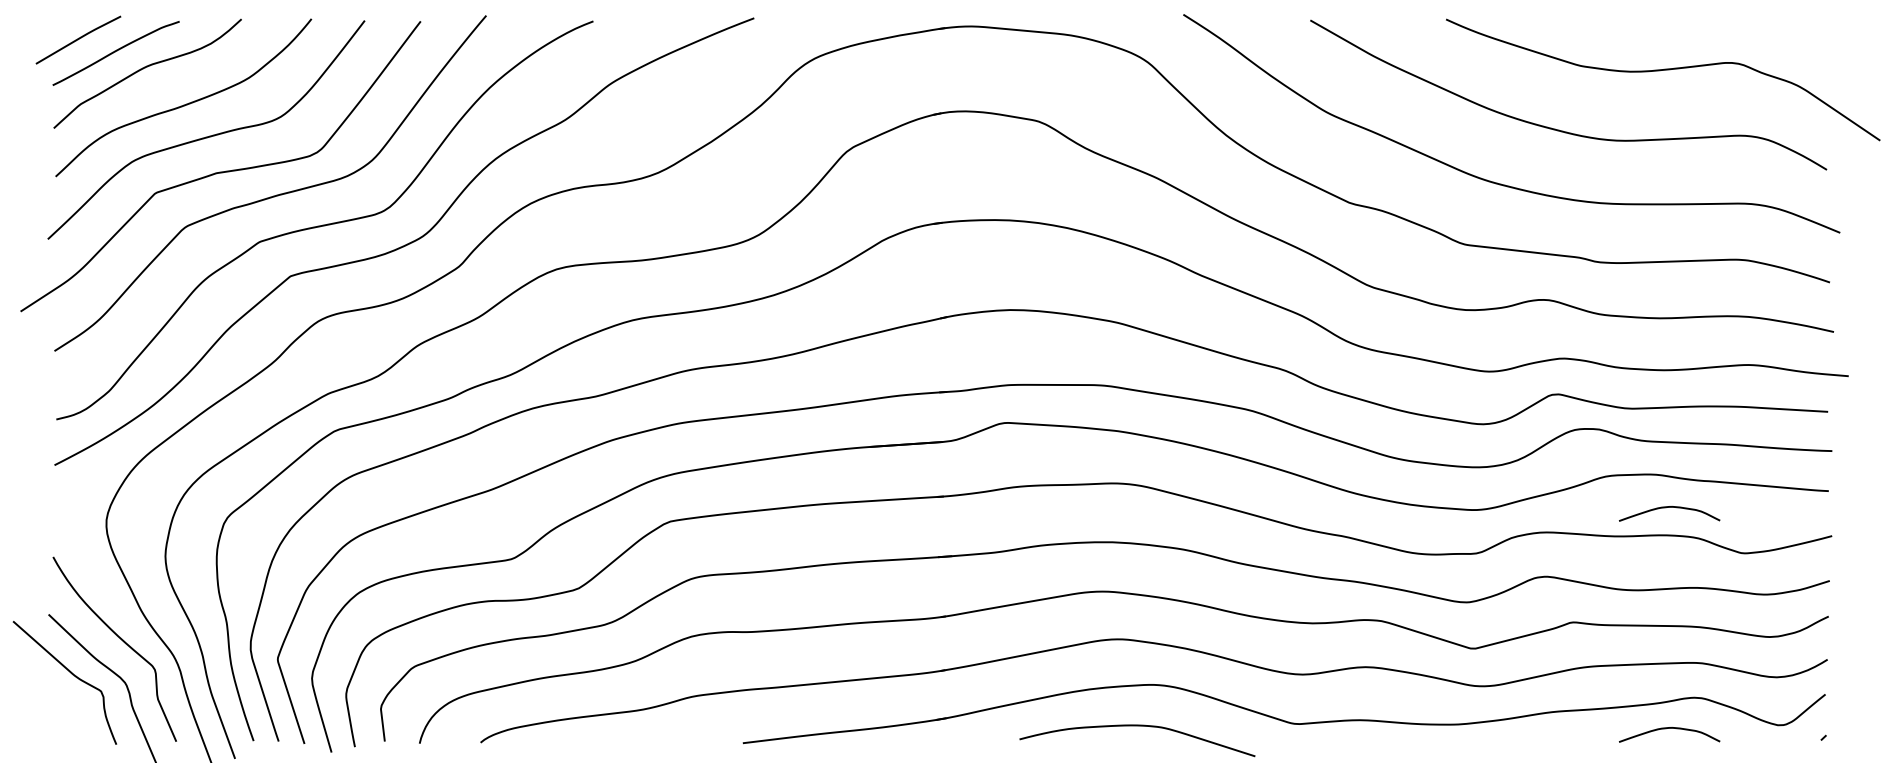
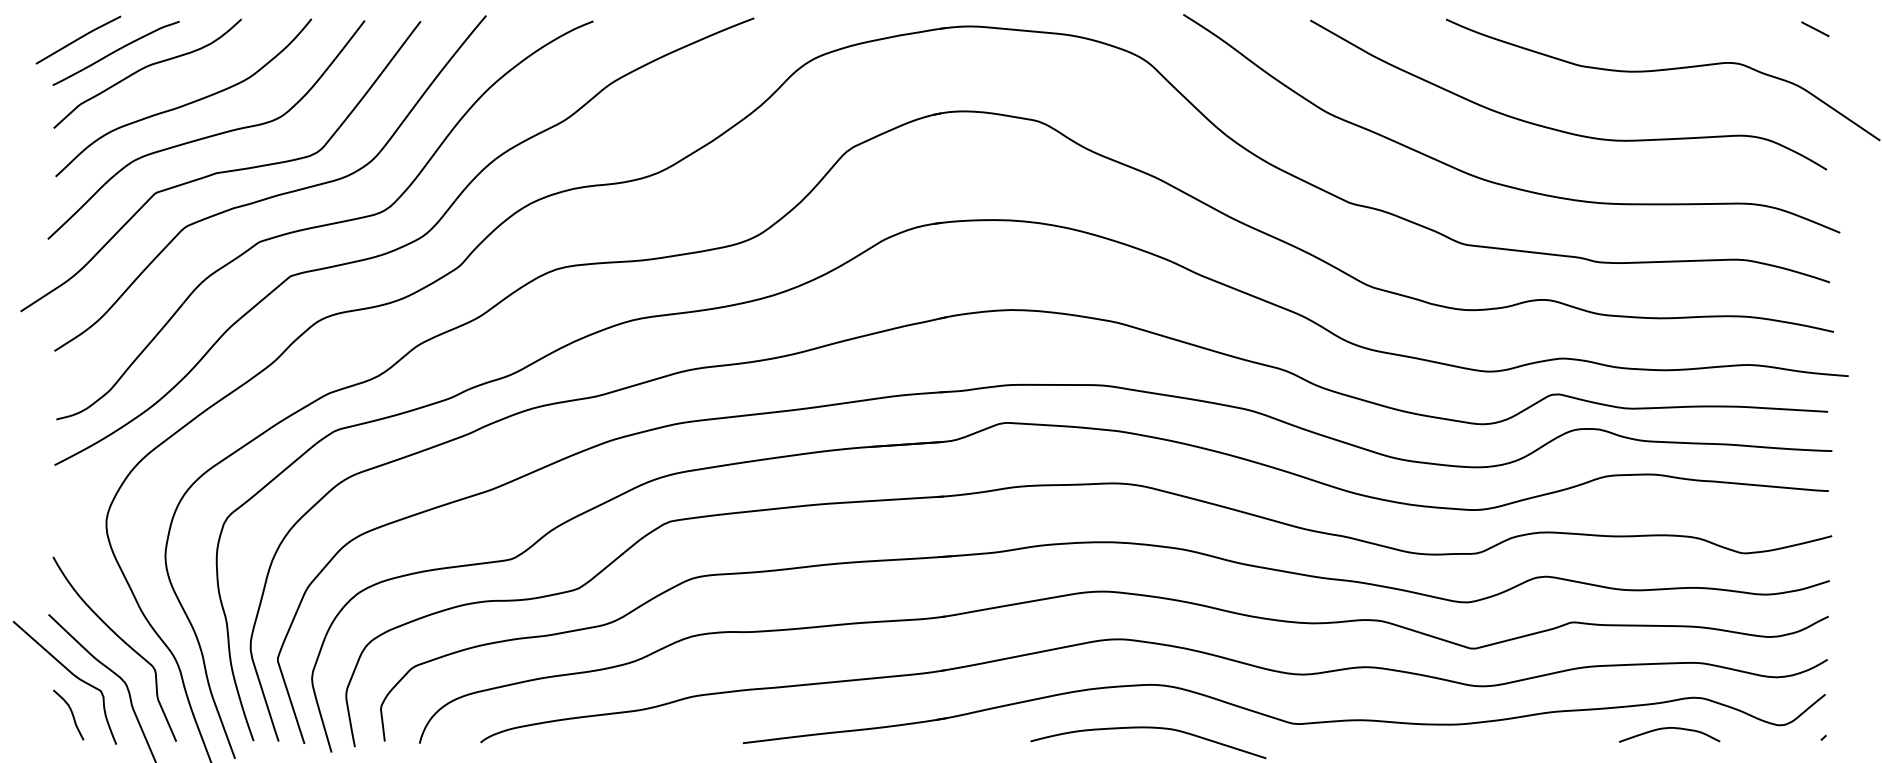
line at (1815, 29): none -> present
curve at (1666, 508): present -> none
curve at (71, 714): none -> present
curve at (1137, 726) position: (1137, 726) -> (1148, 728)
